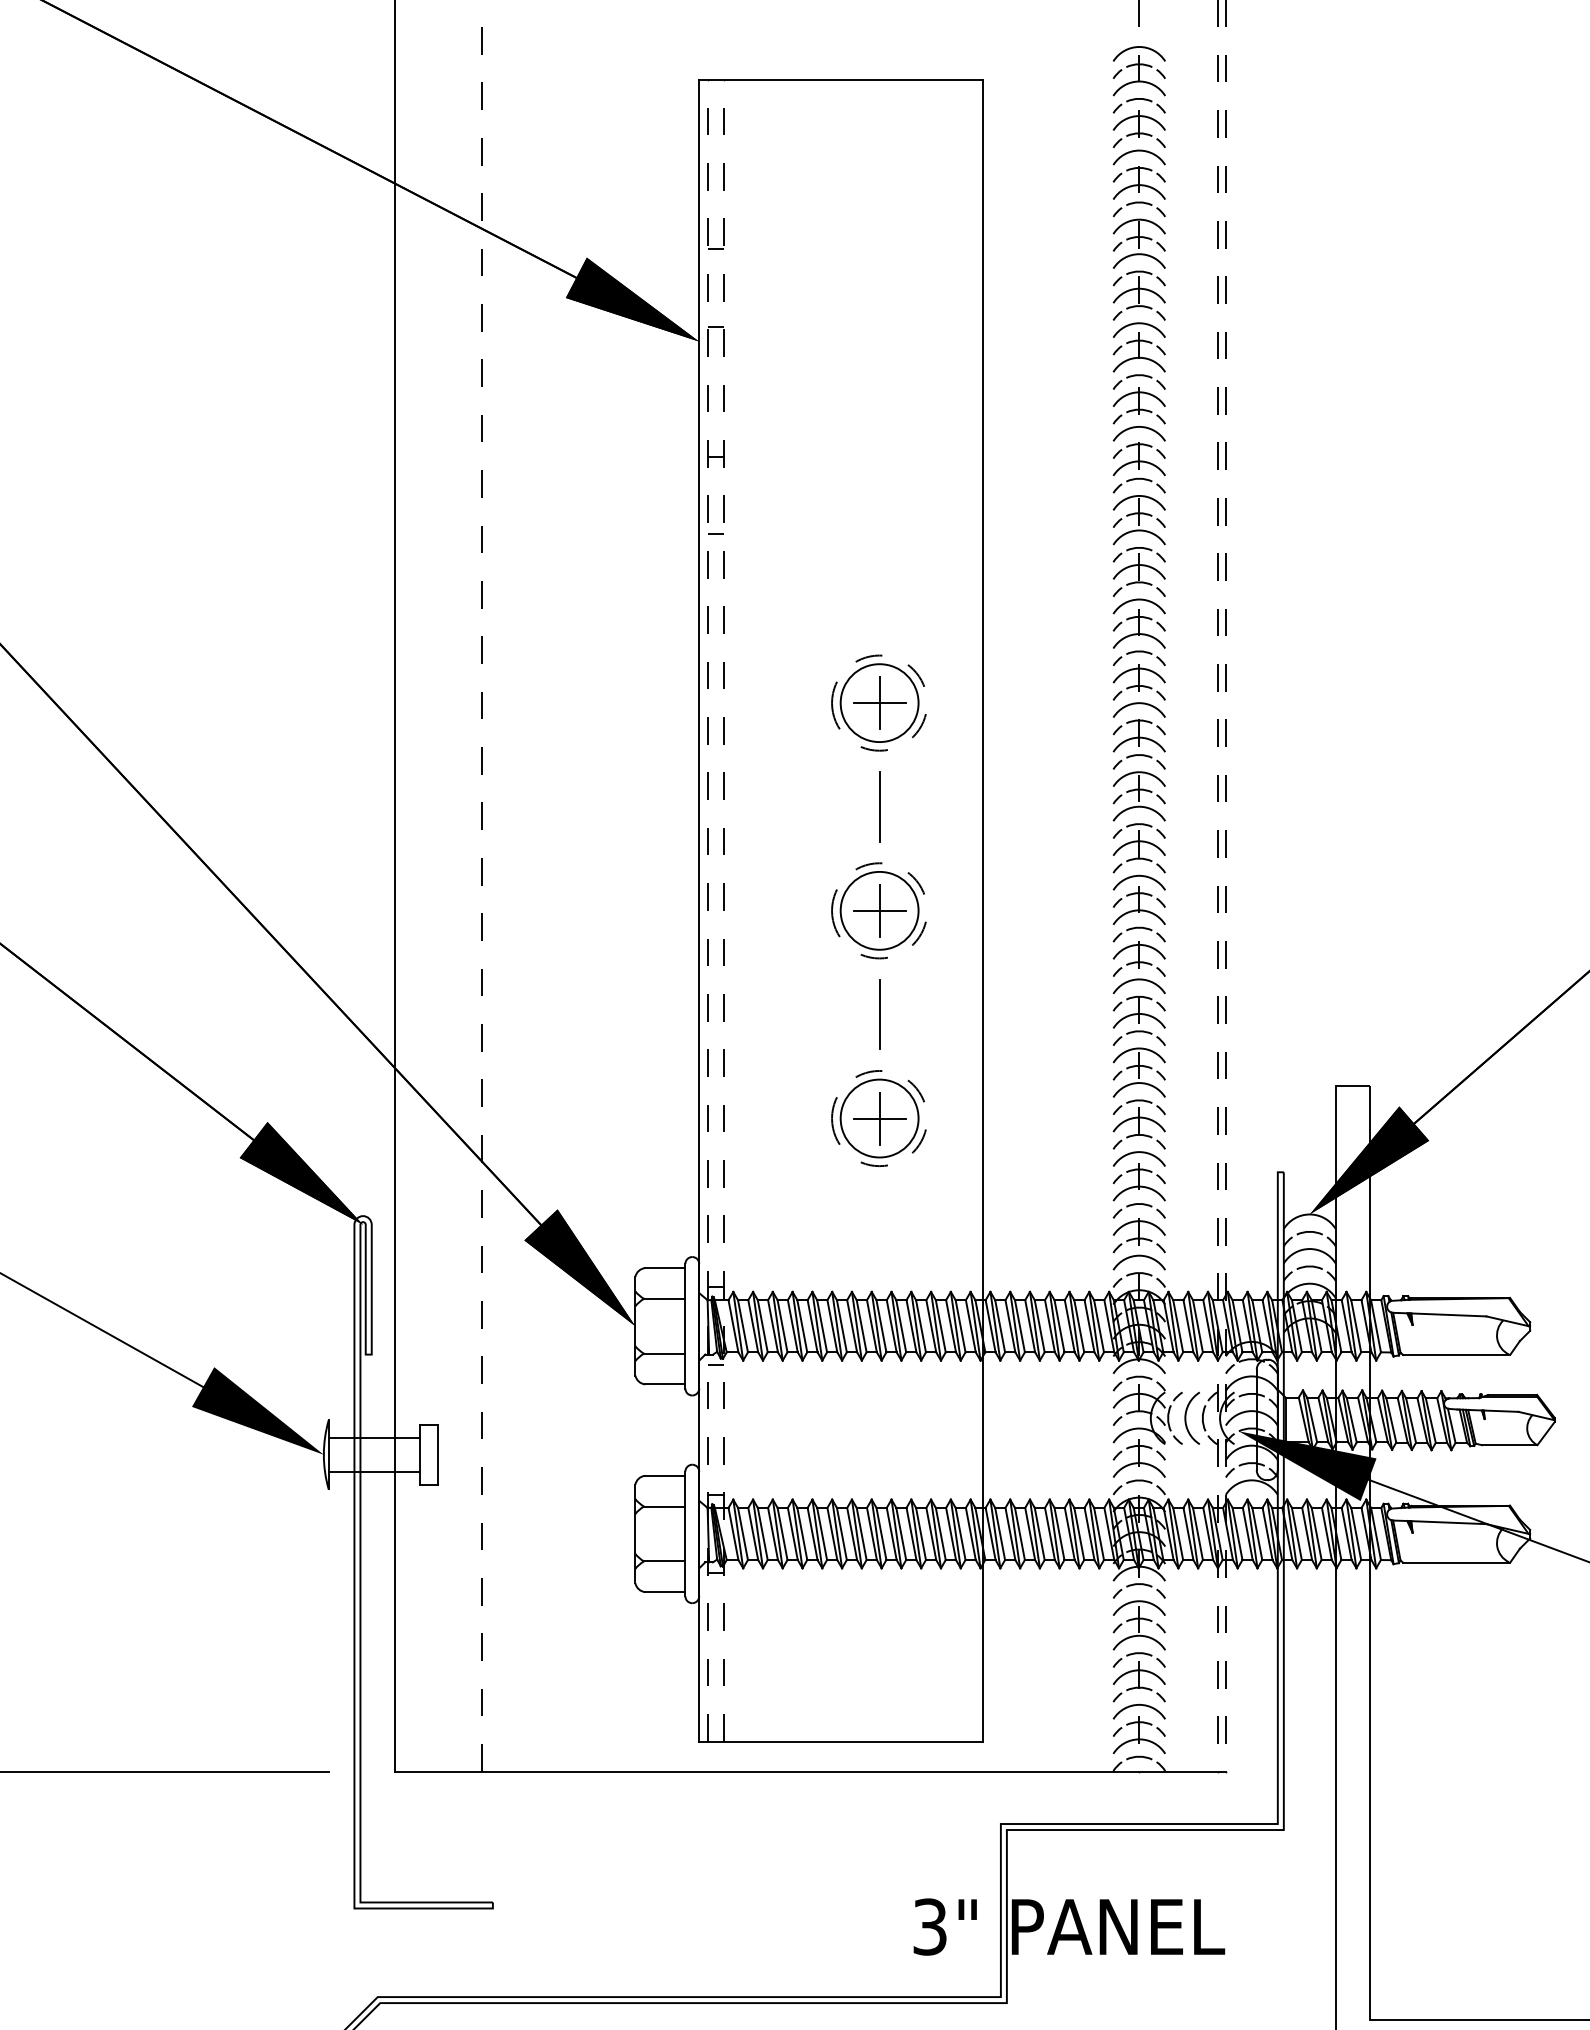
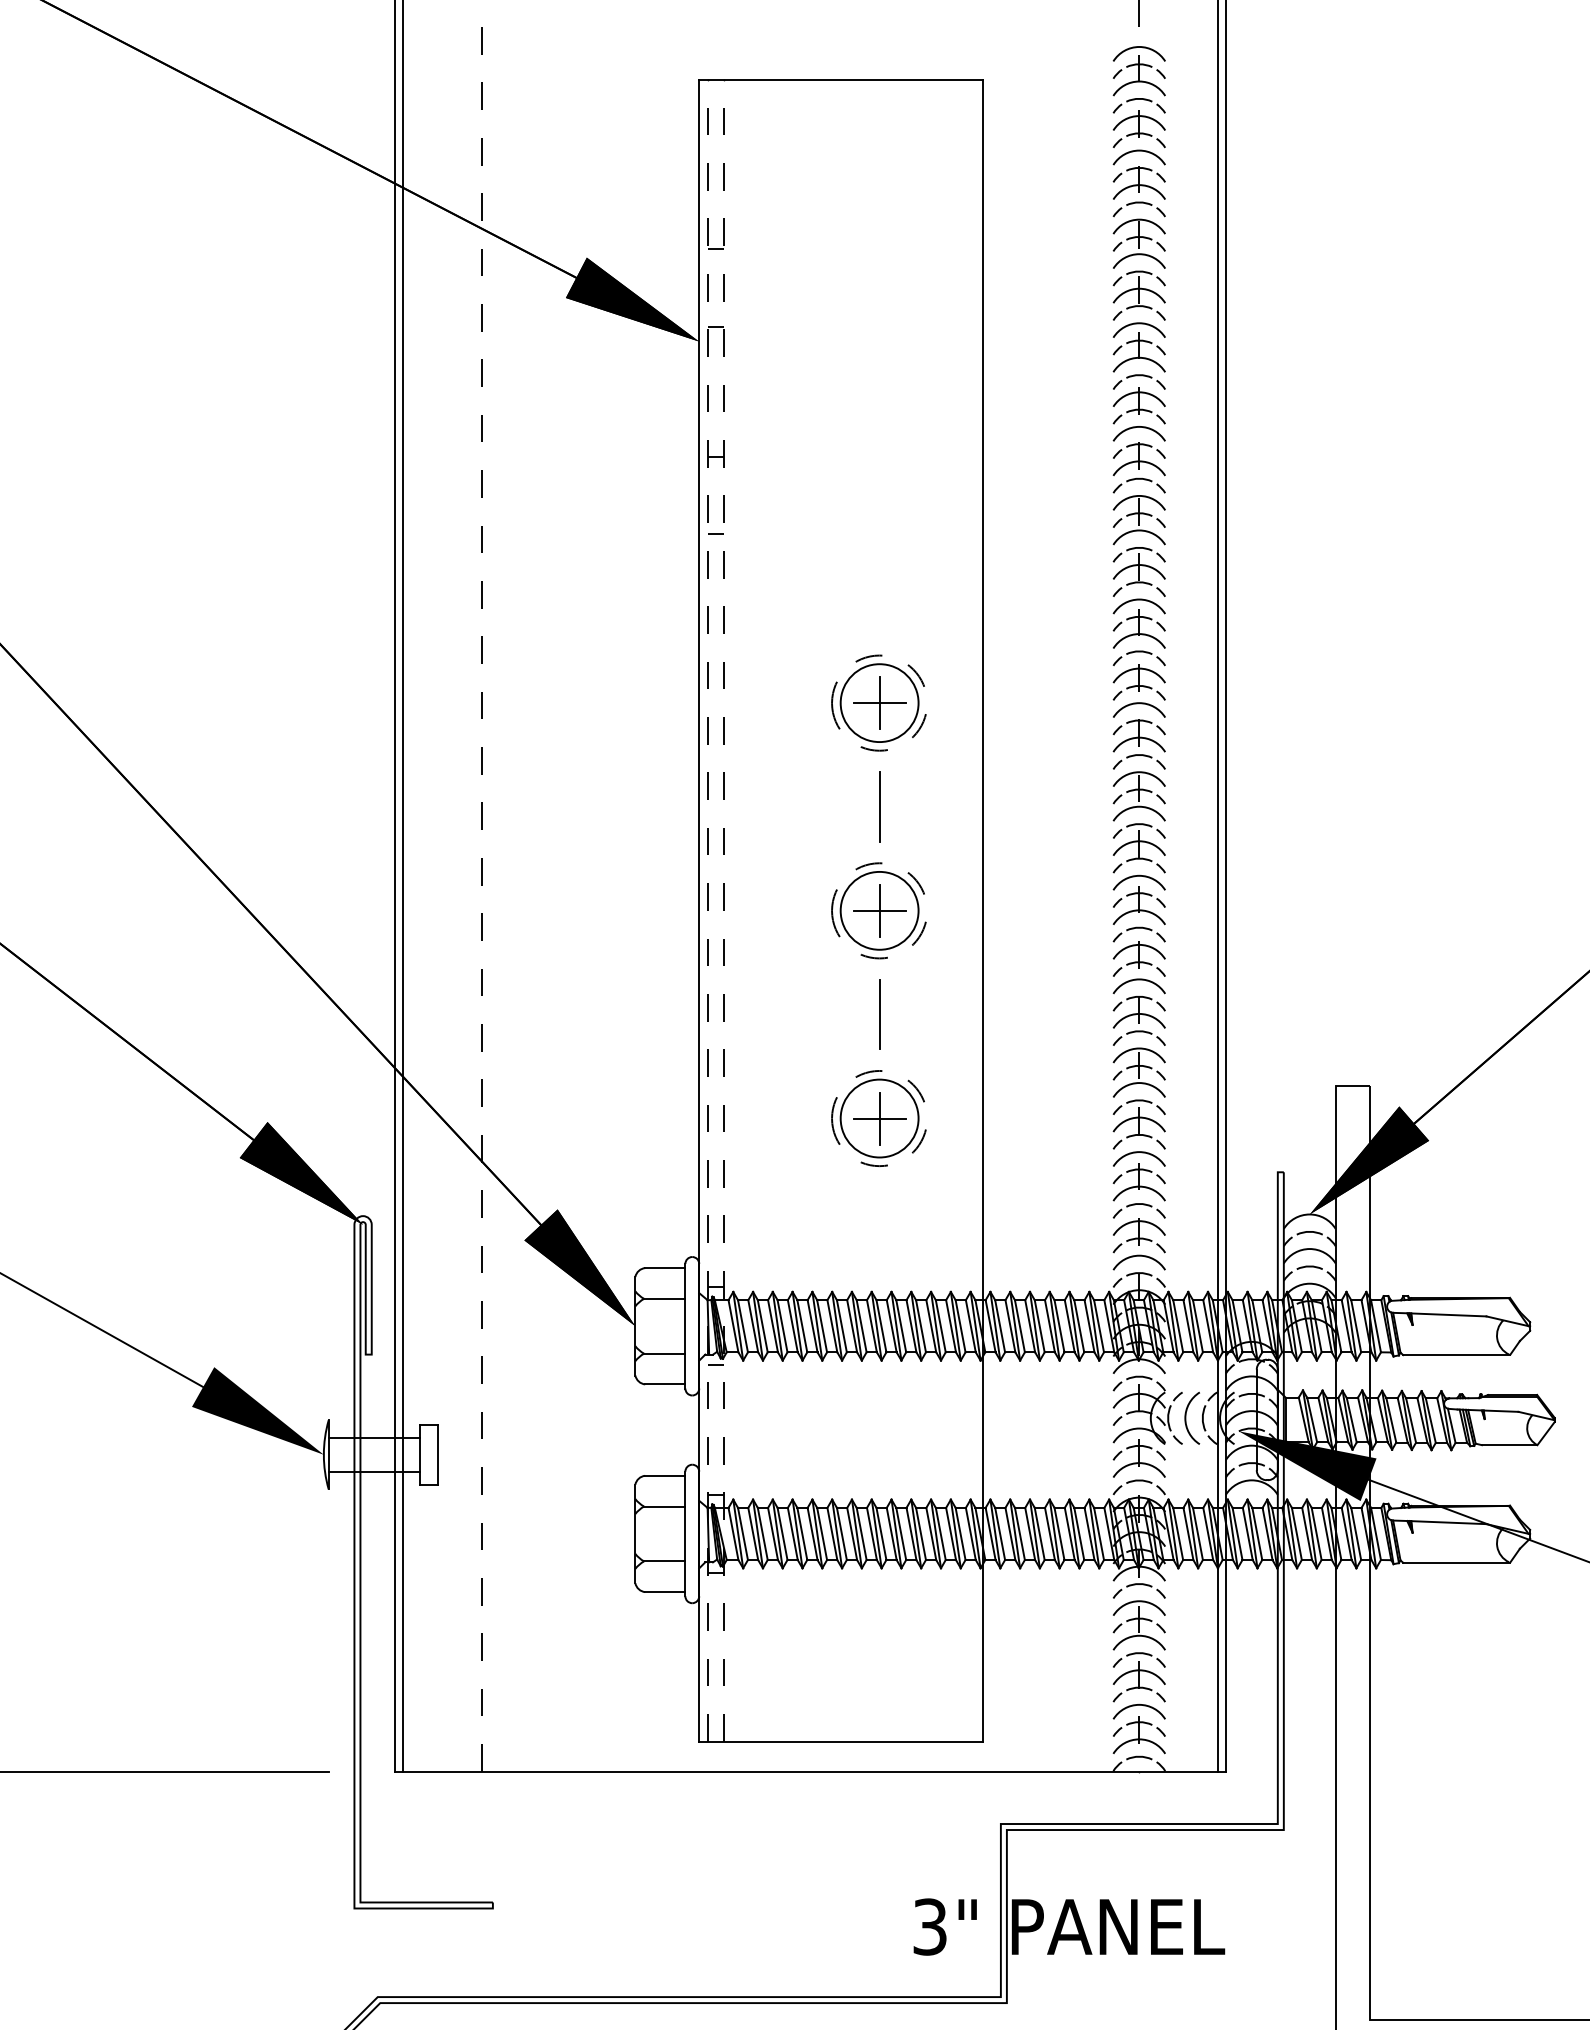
line at (1217, 885): dashed -> solid
line at (1225, 885): dashed -> solid
line at (403, 886): none -> present
